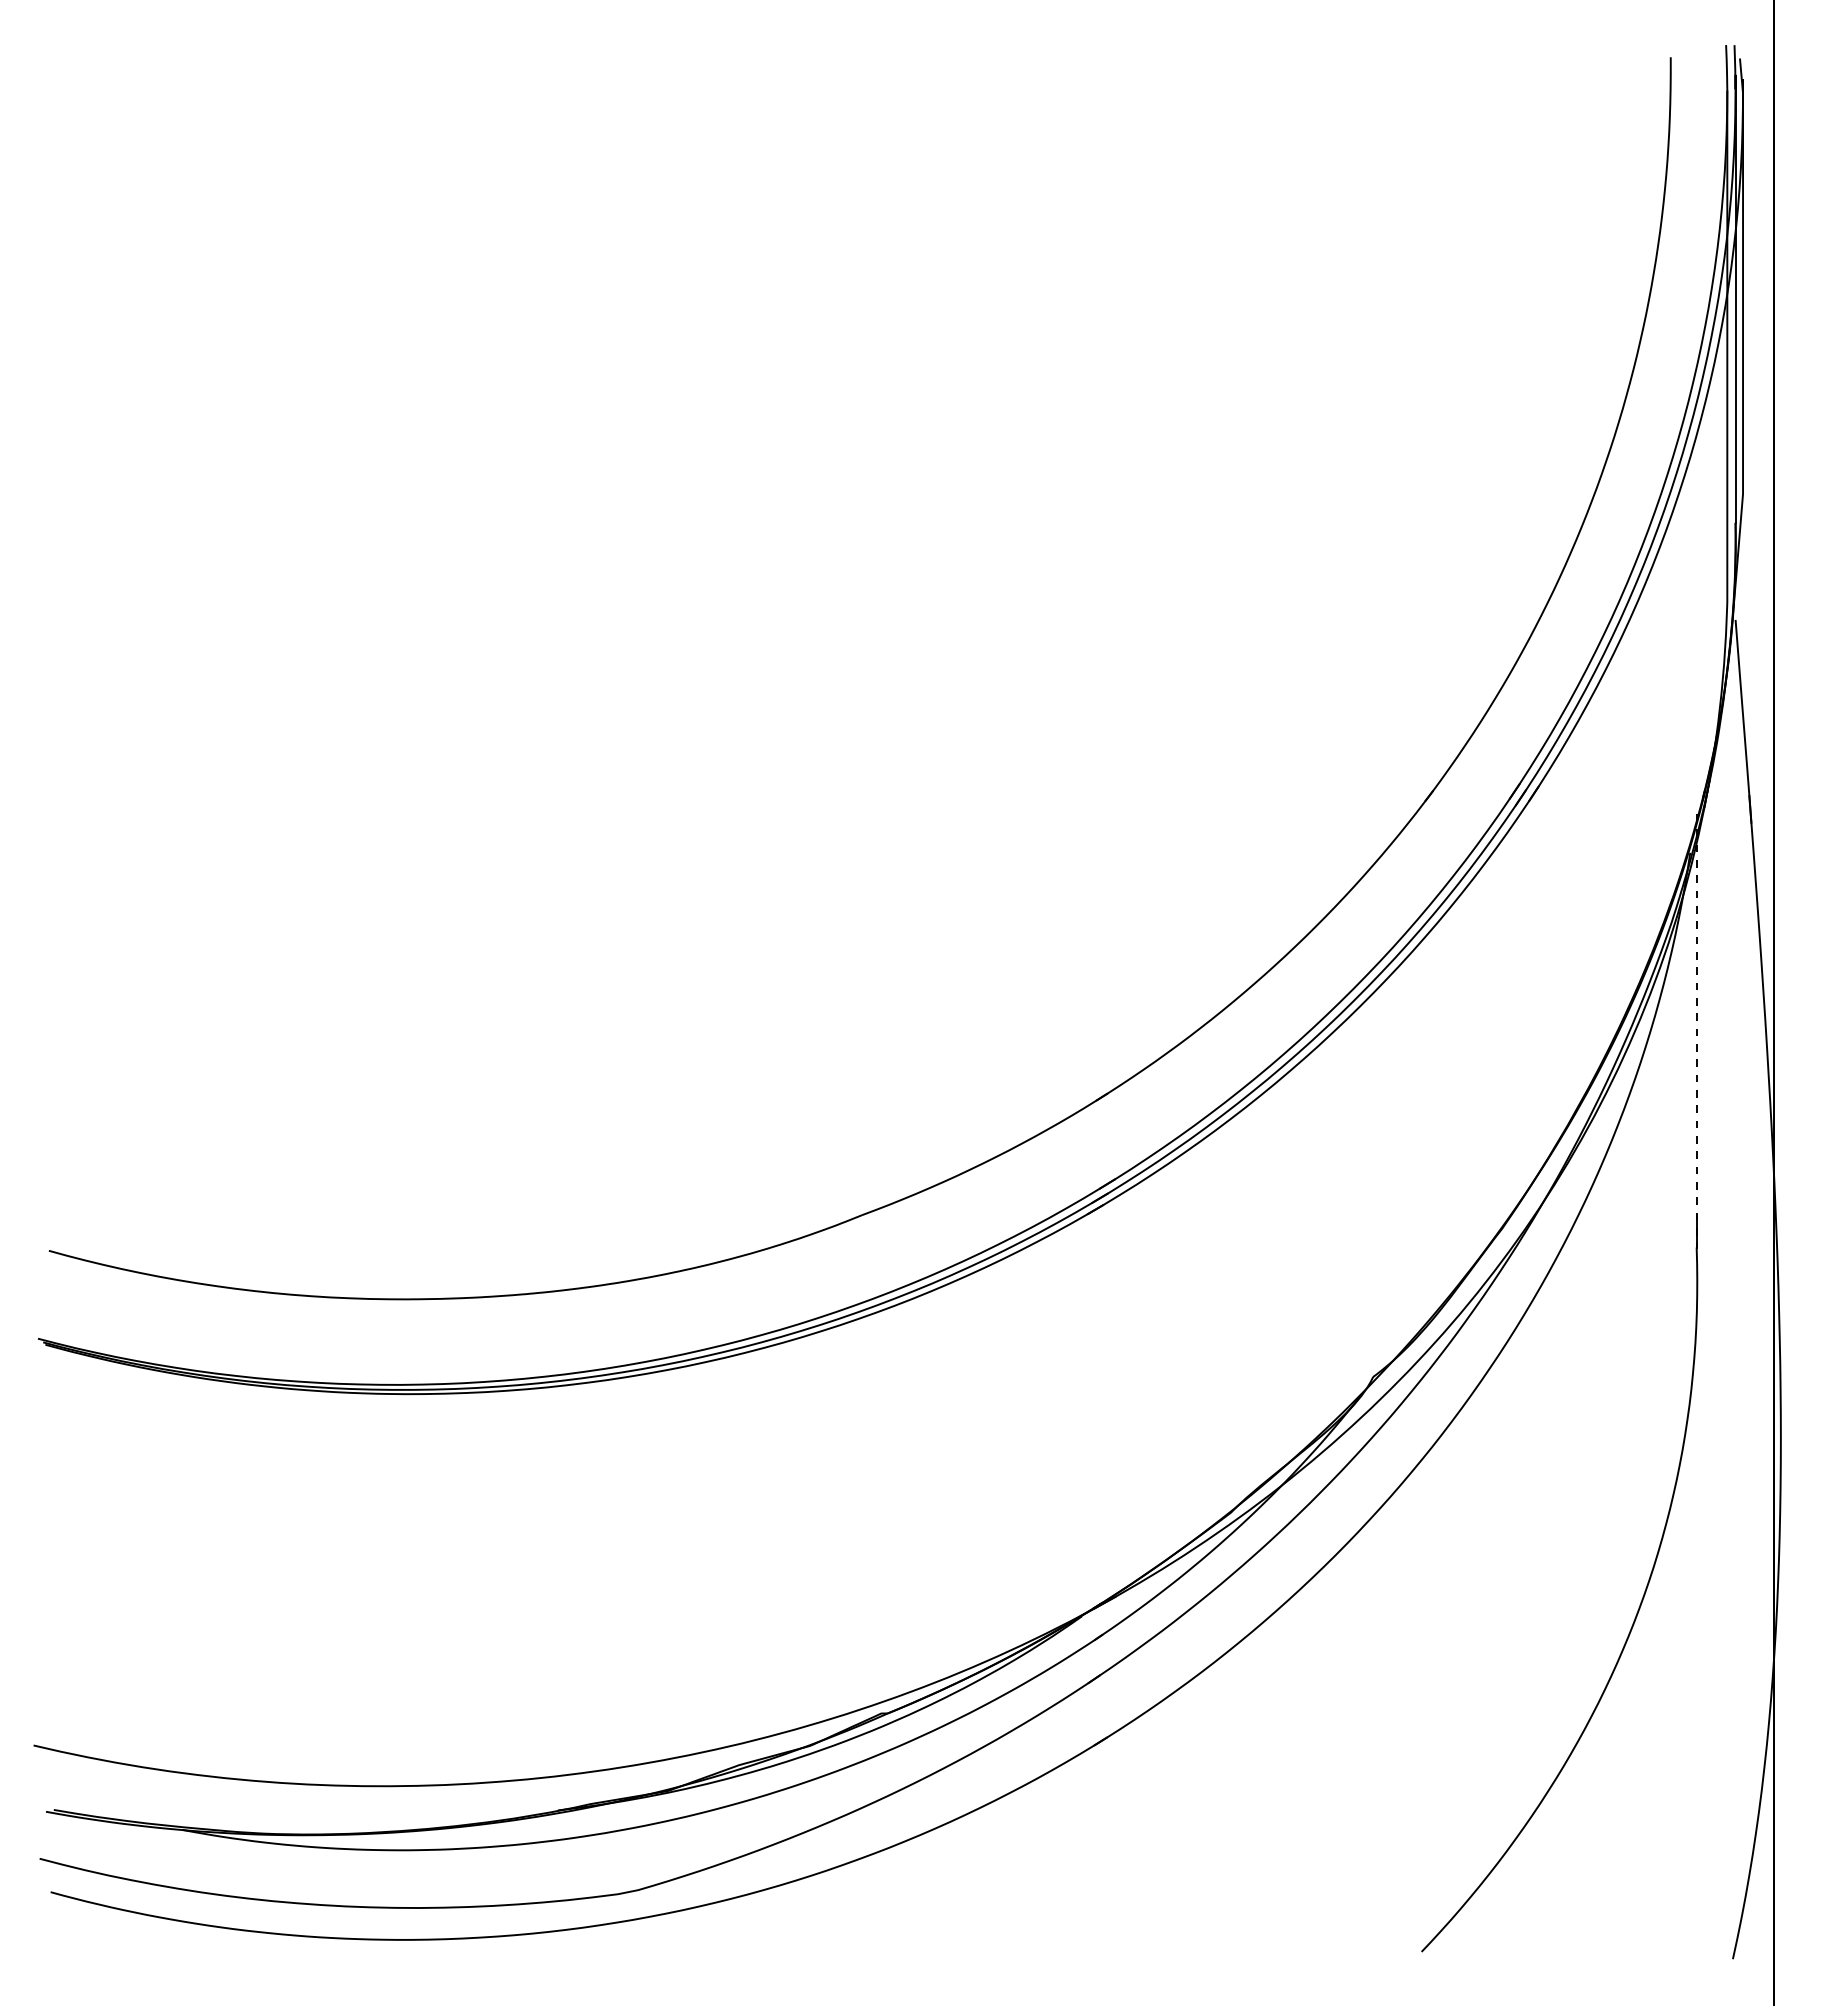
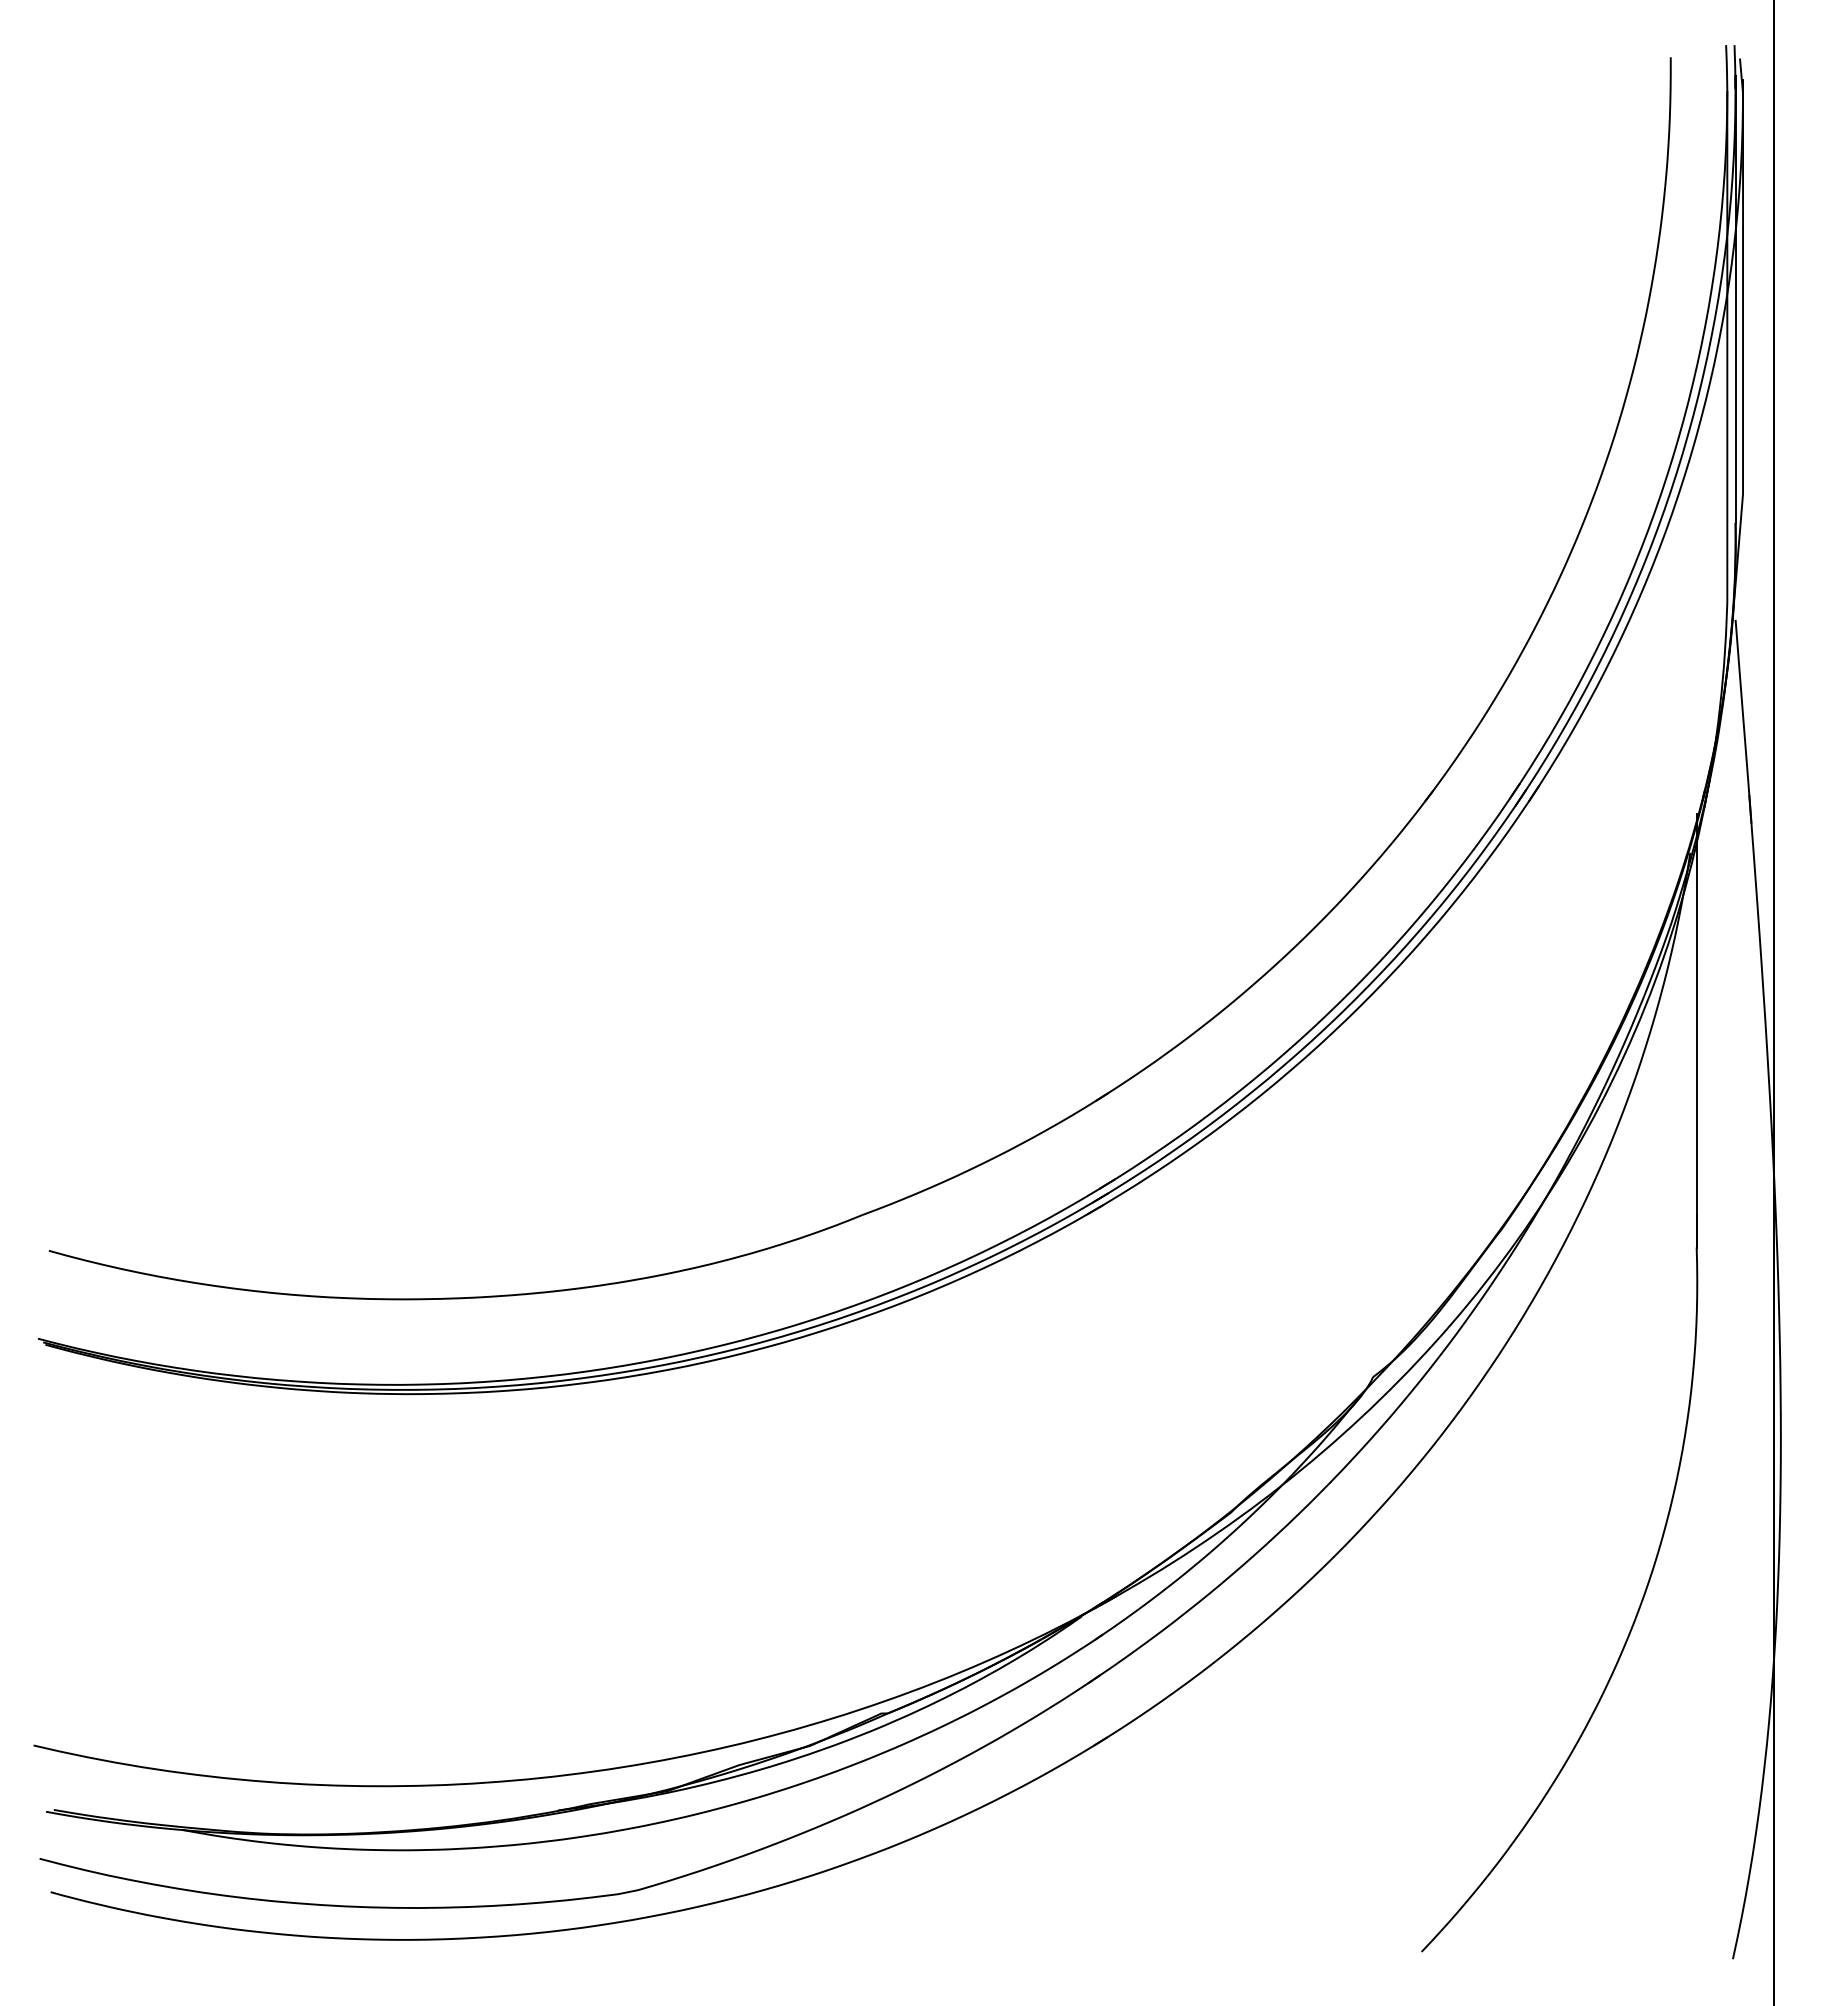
line at (1696, 1030): dashed -> solid
